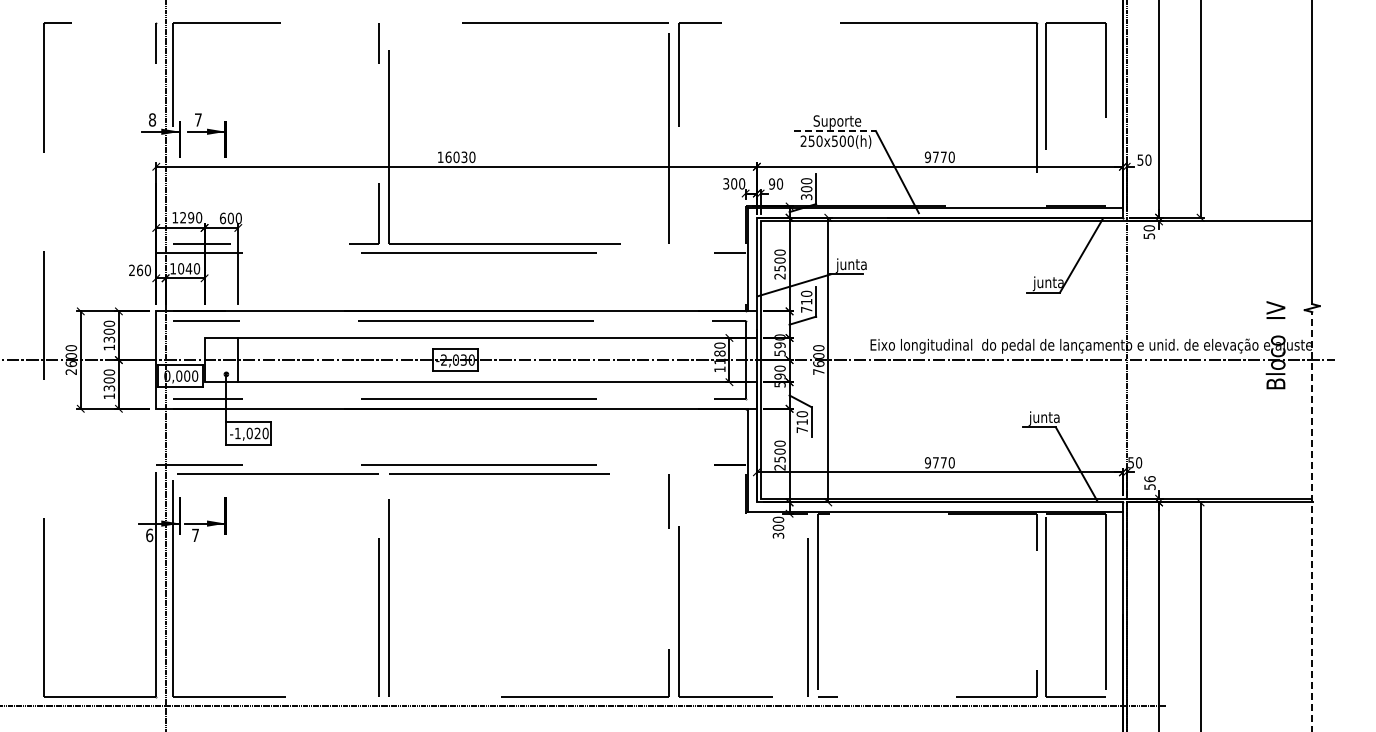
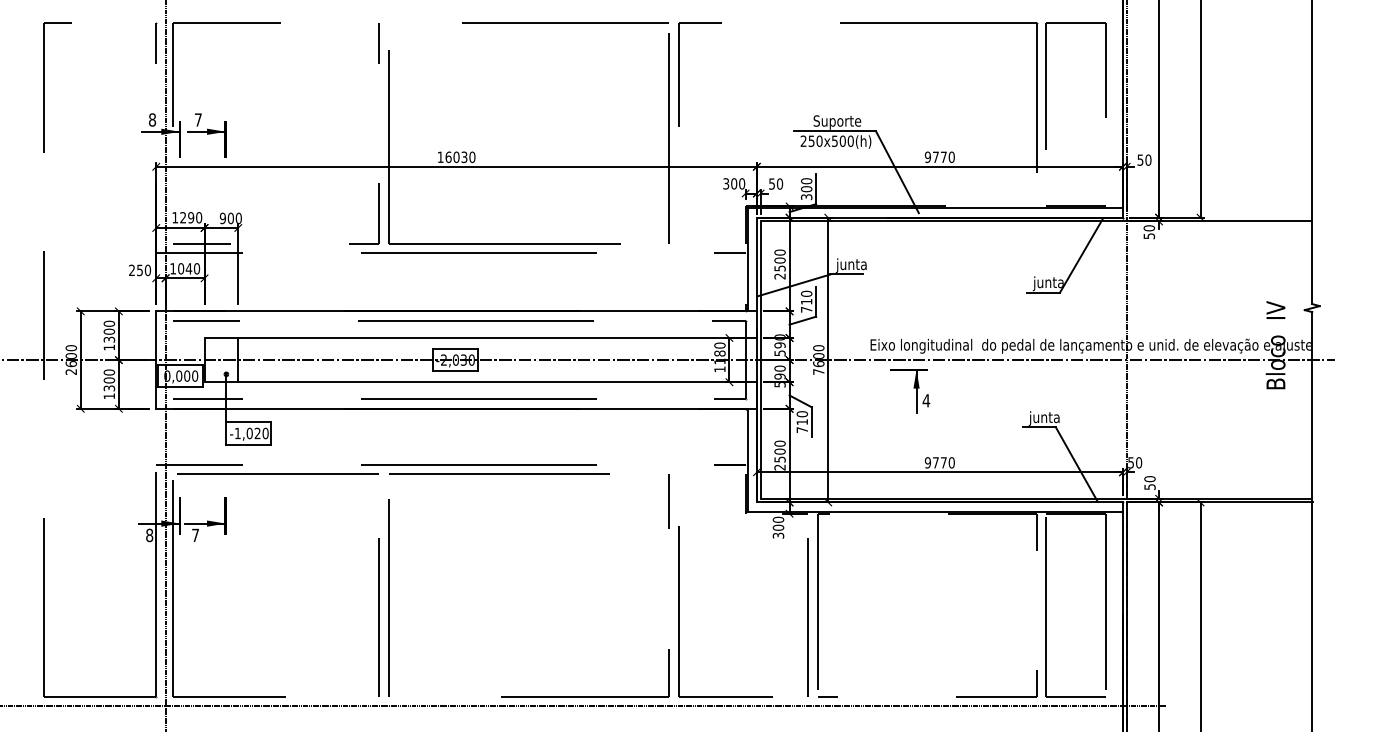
line at (835, 131): dashed -> solid
text at (772, 183): 90 -> 50
text at (222, 218): 600 -> 900
text at (140, 270): 260 -> 250
part at (910, 391): none -> present
text at (1149, 478): 56 -> 50
line at (1312, 522): dashed -> solid
text at (149, 534): 6 -> 8
